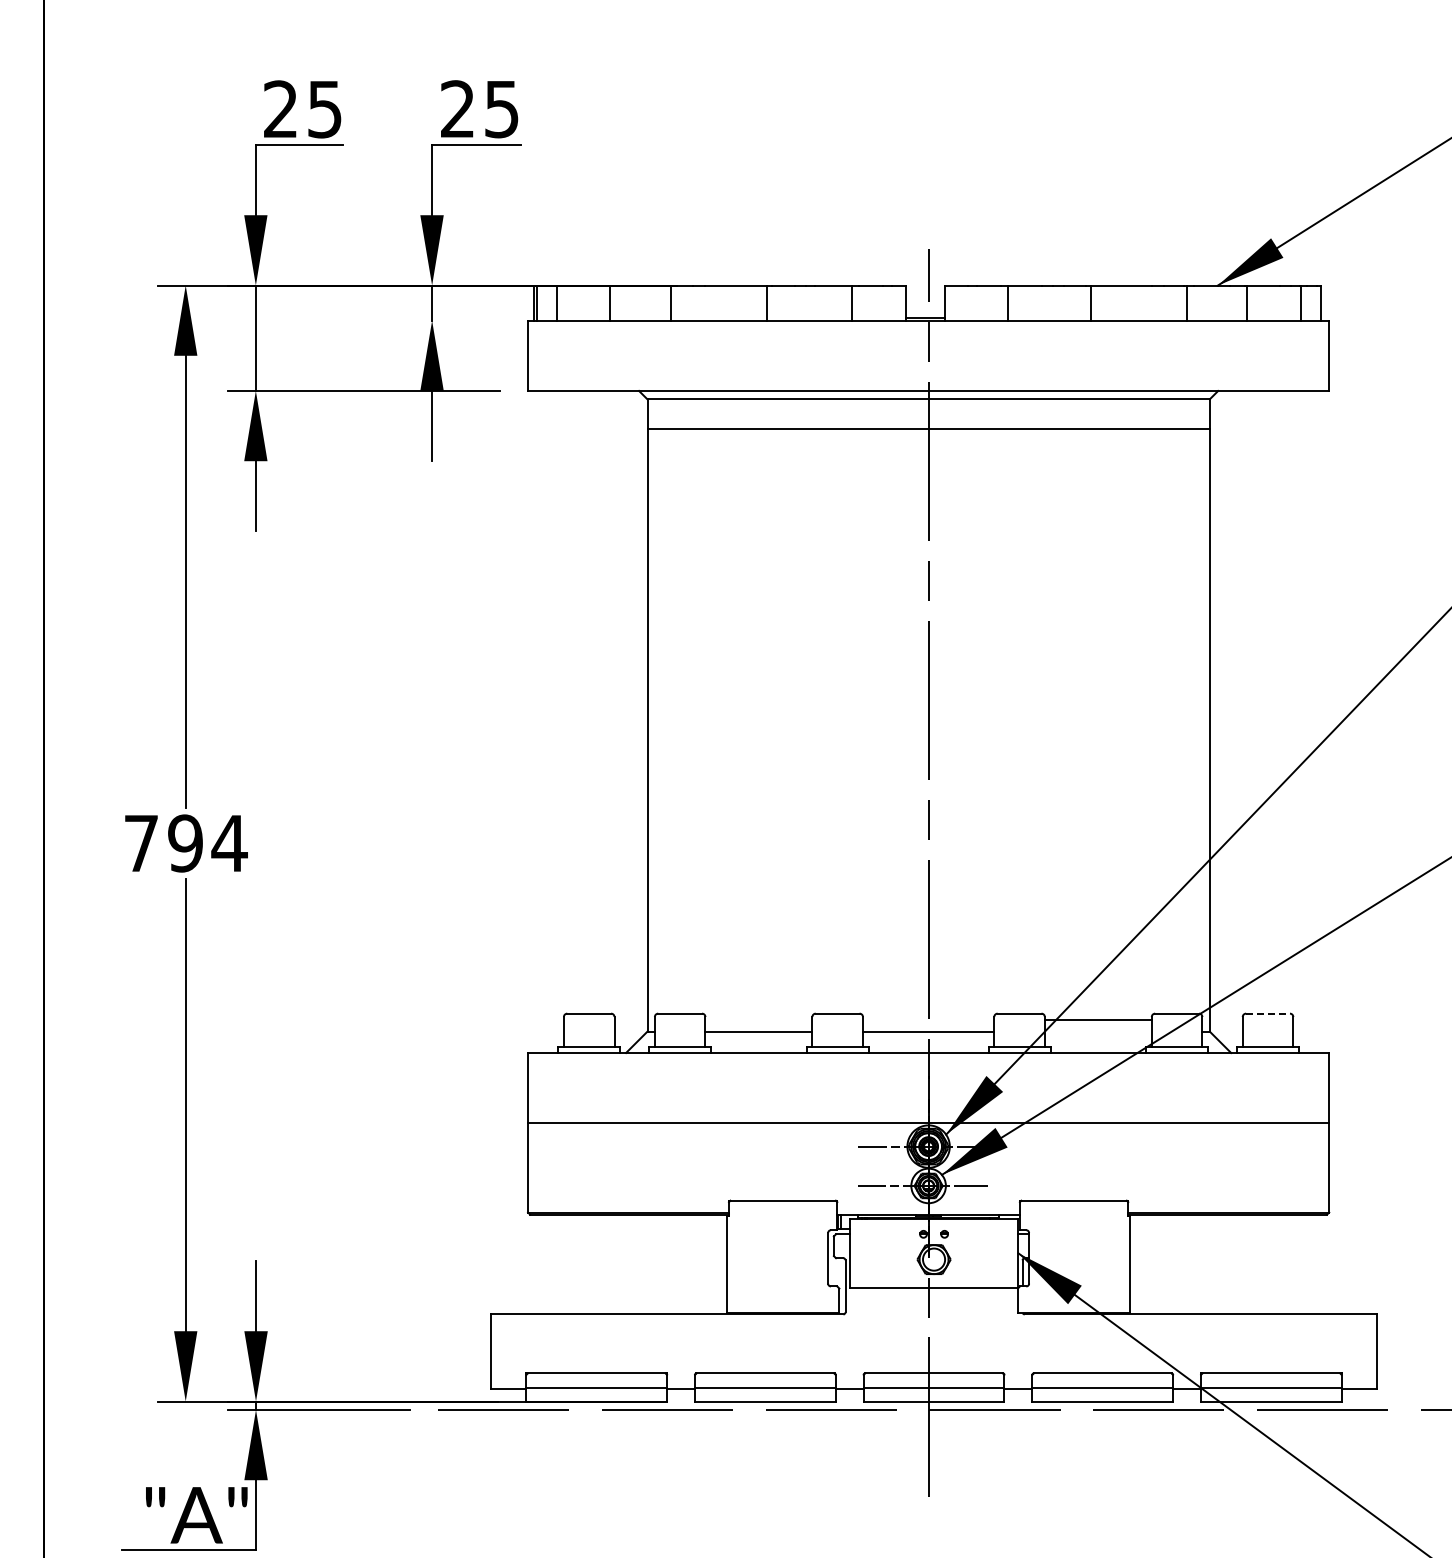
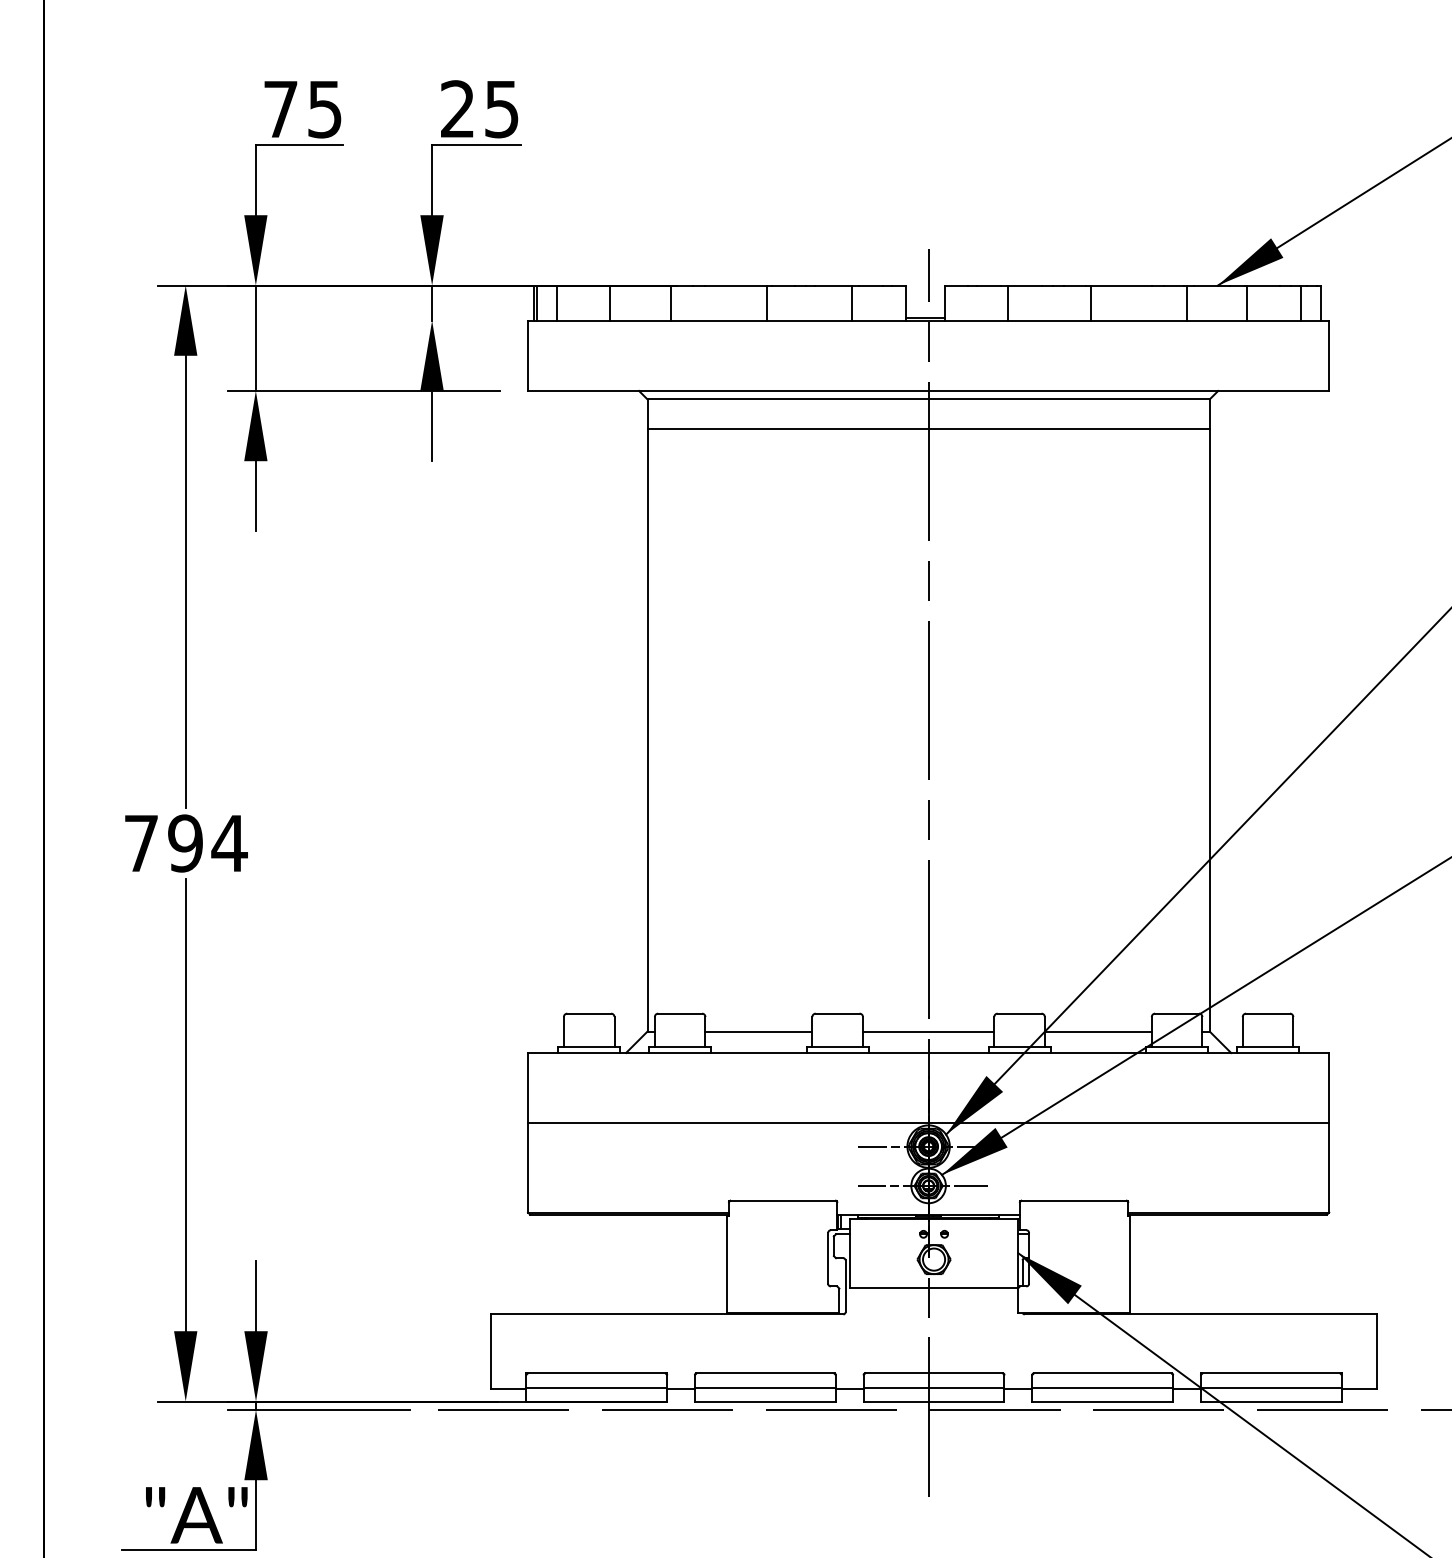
text at (280, 108): 25 -> 75
line at (1268, 1013): dashed -> solid
line at (1097, 1019) position: (1097, 1019) -> (1097, 1031)
